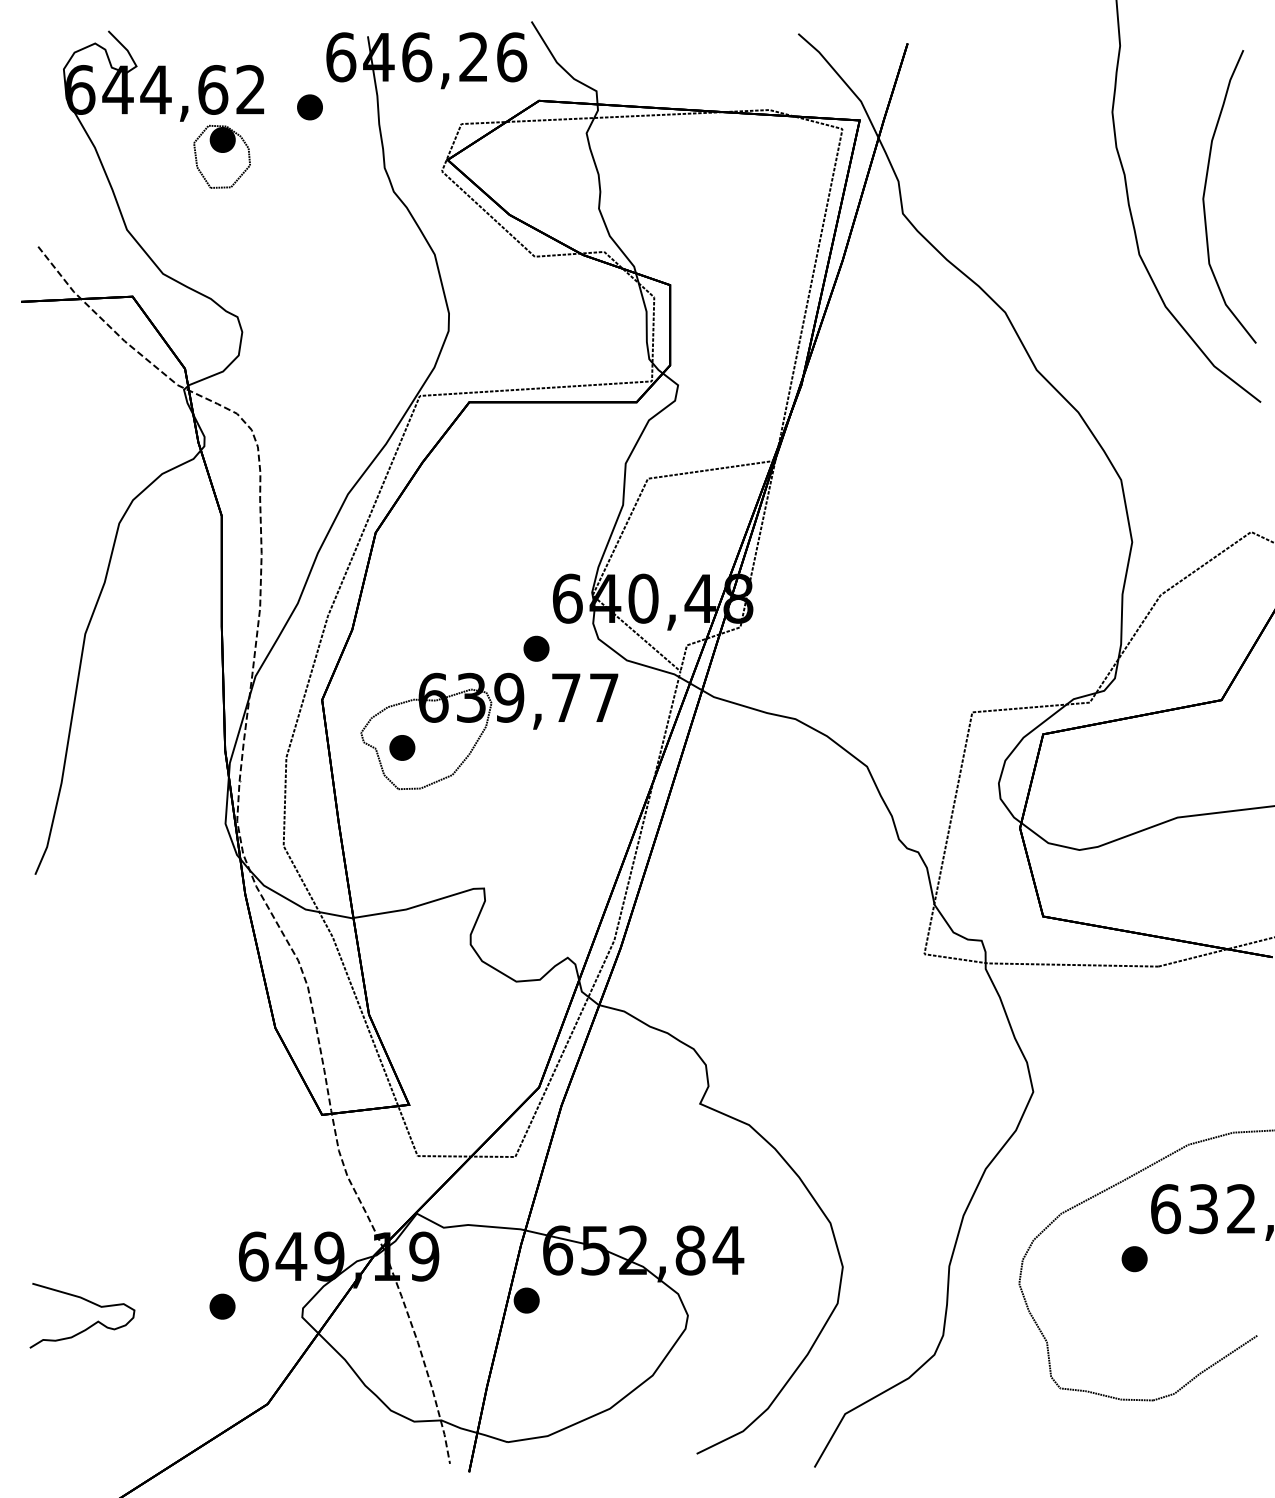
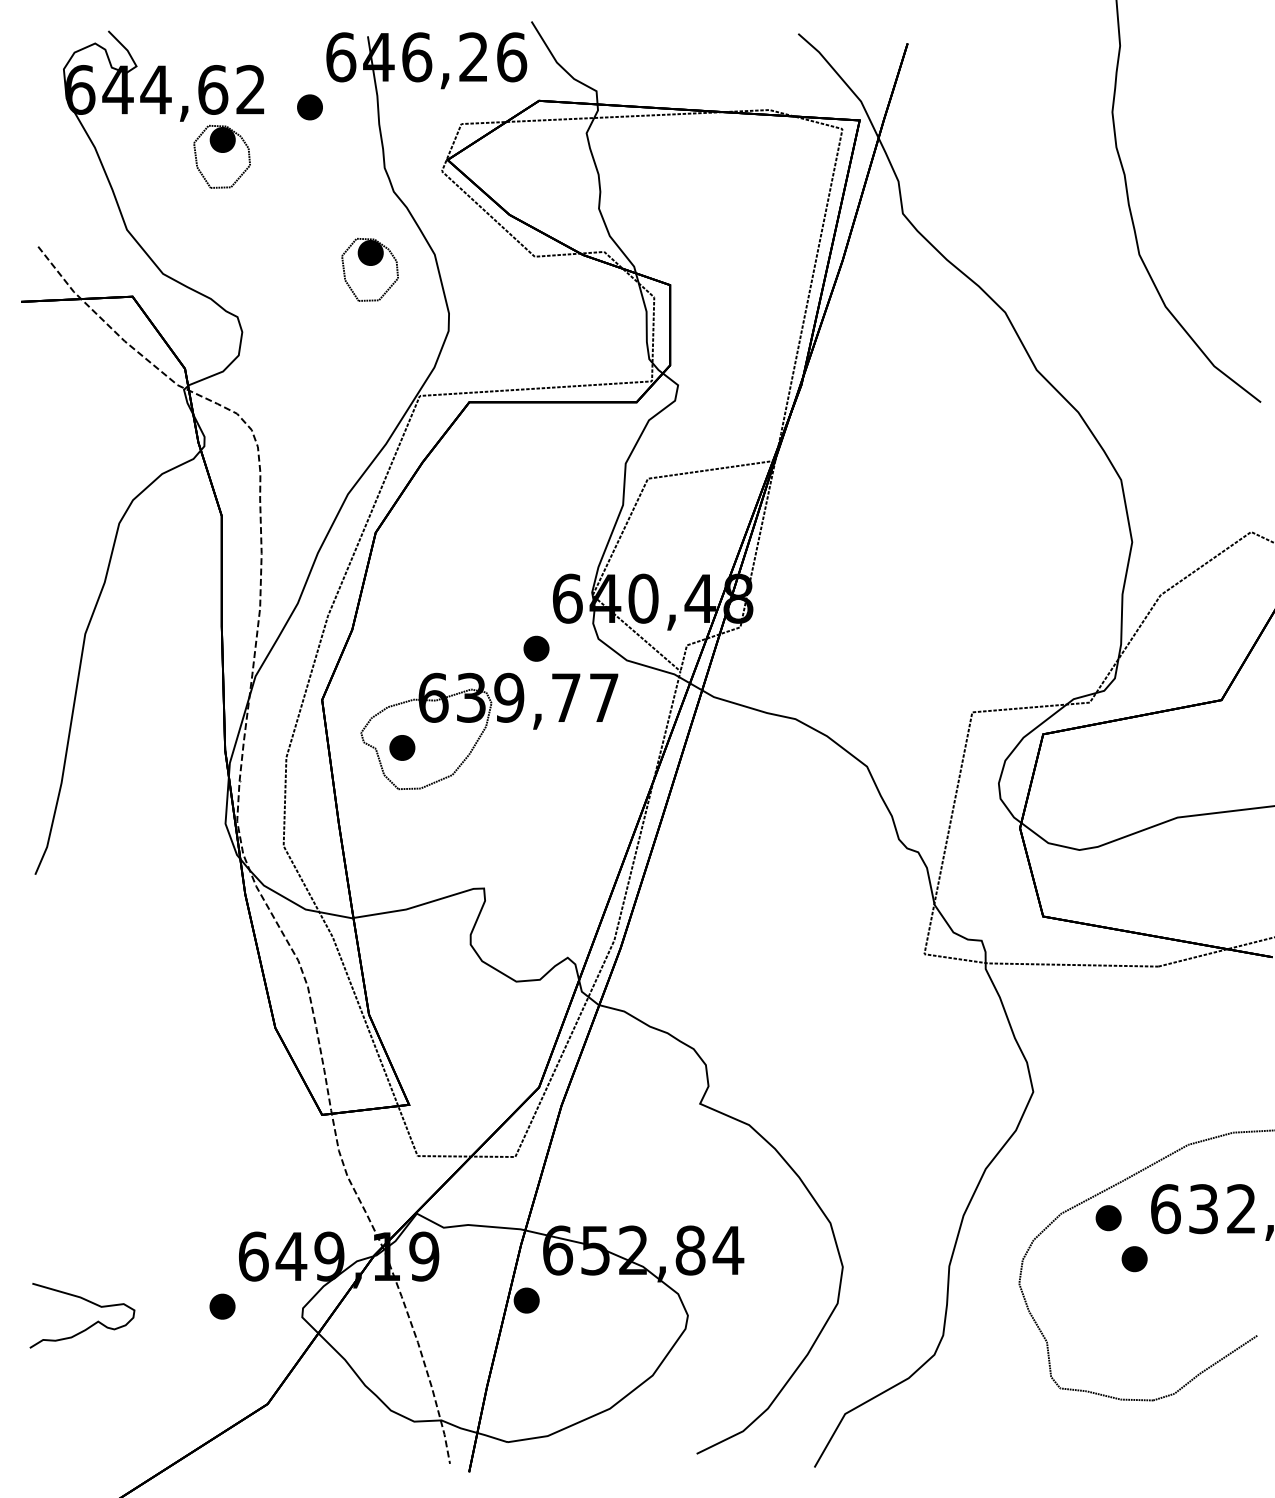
part at (1205, 192): present -> none
part at (369, 269): none -> present
part at (1108, 1218): none -> present
